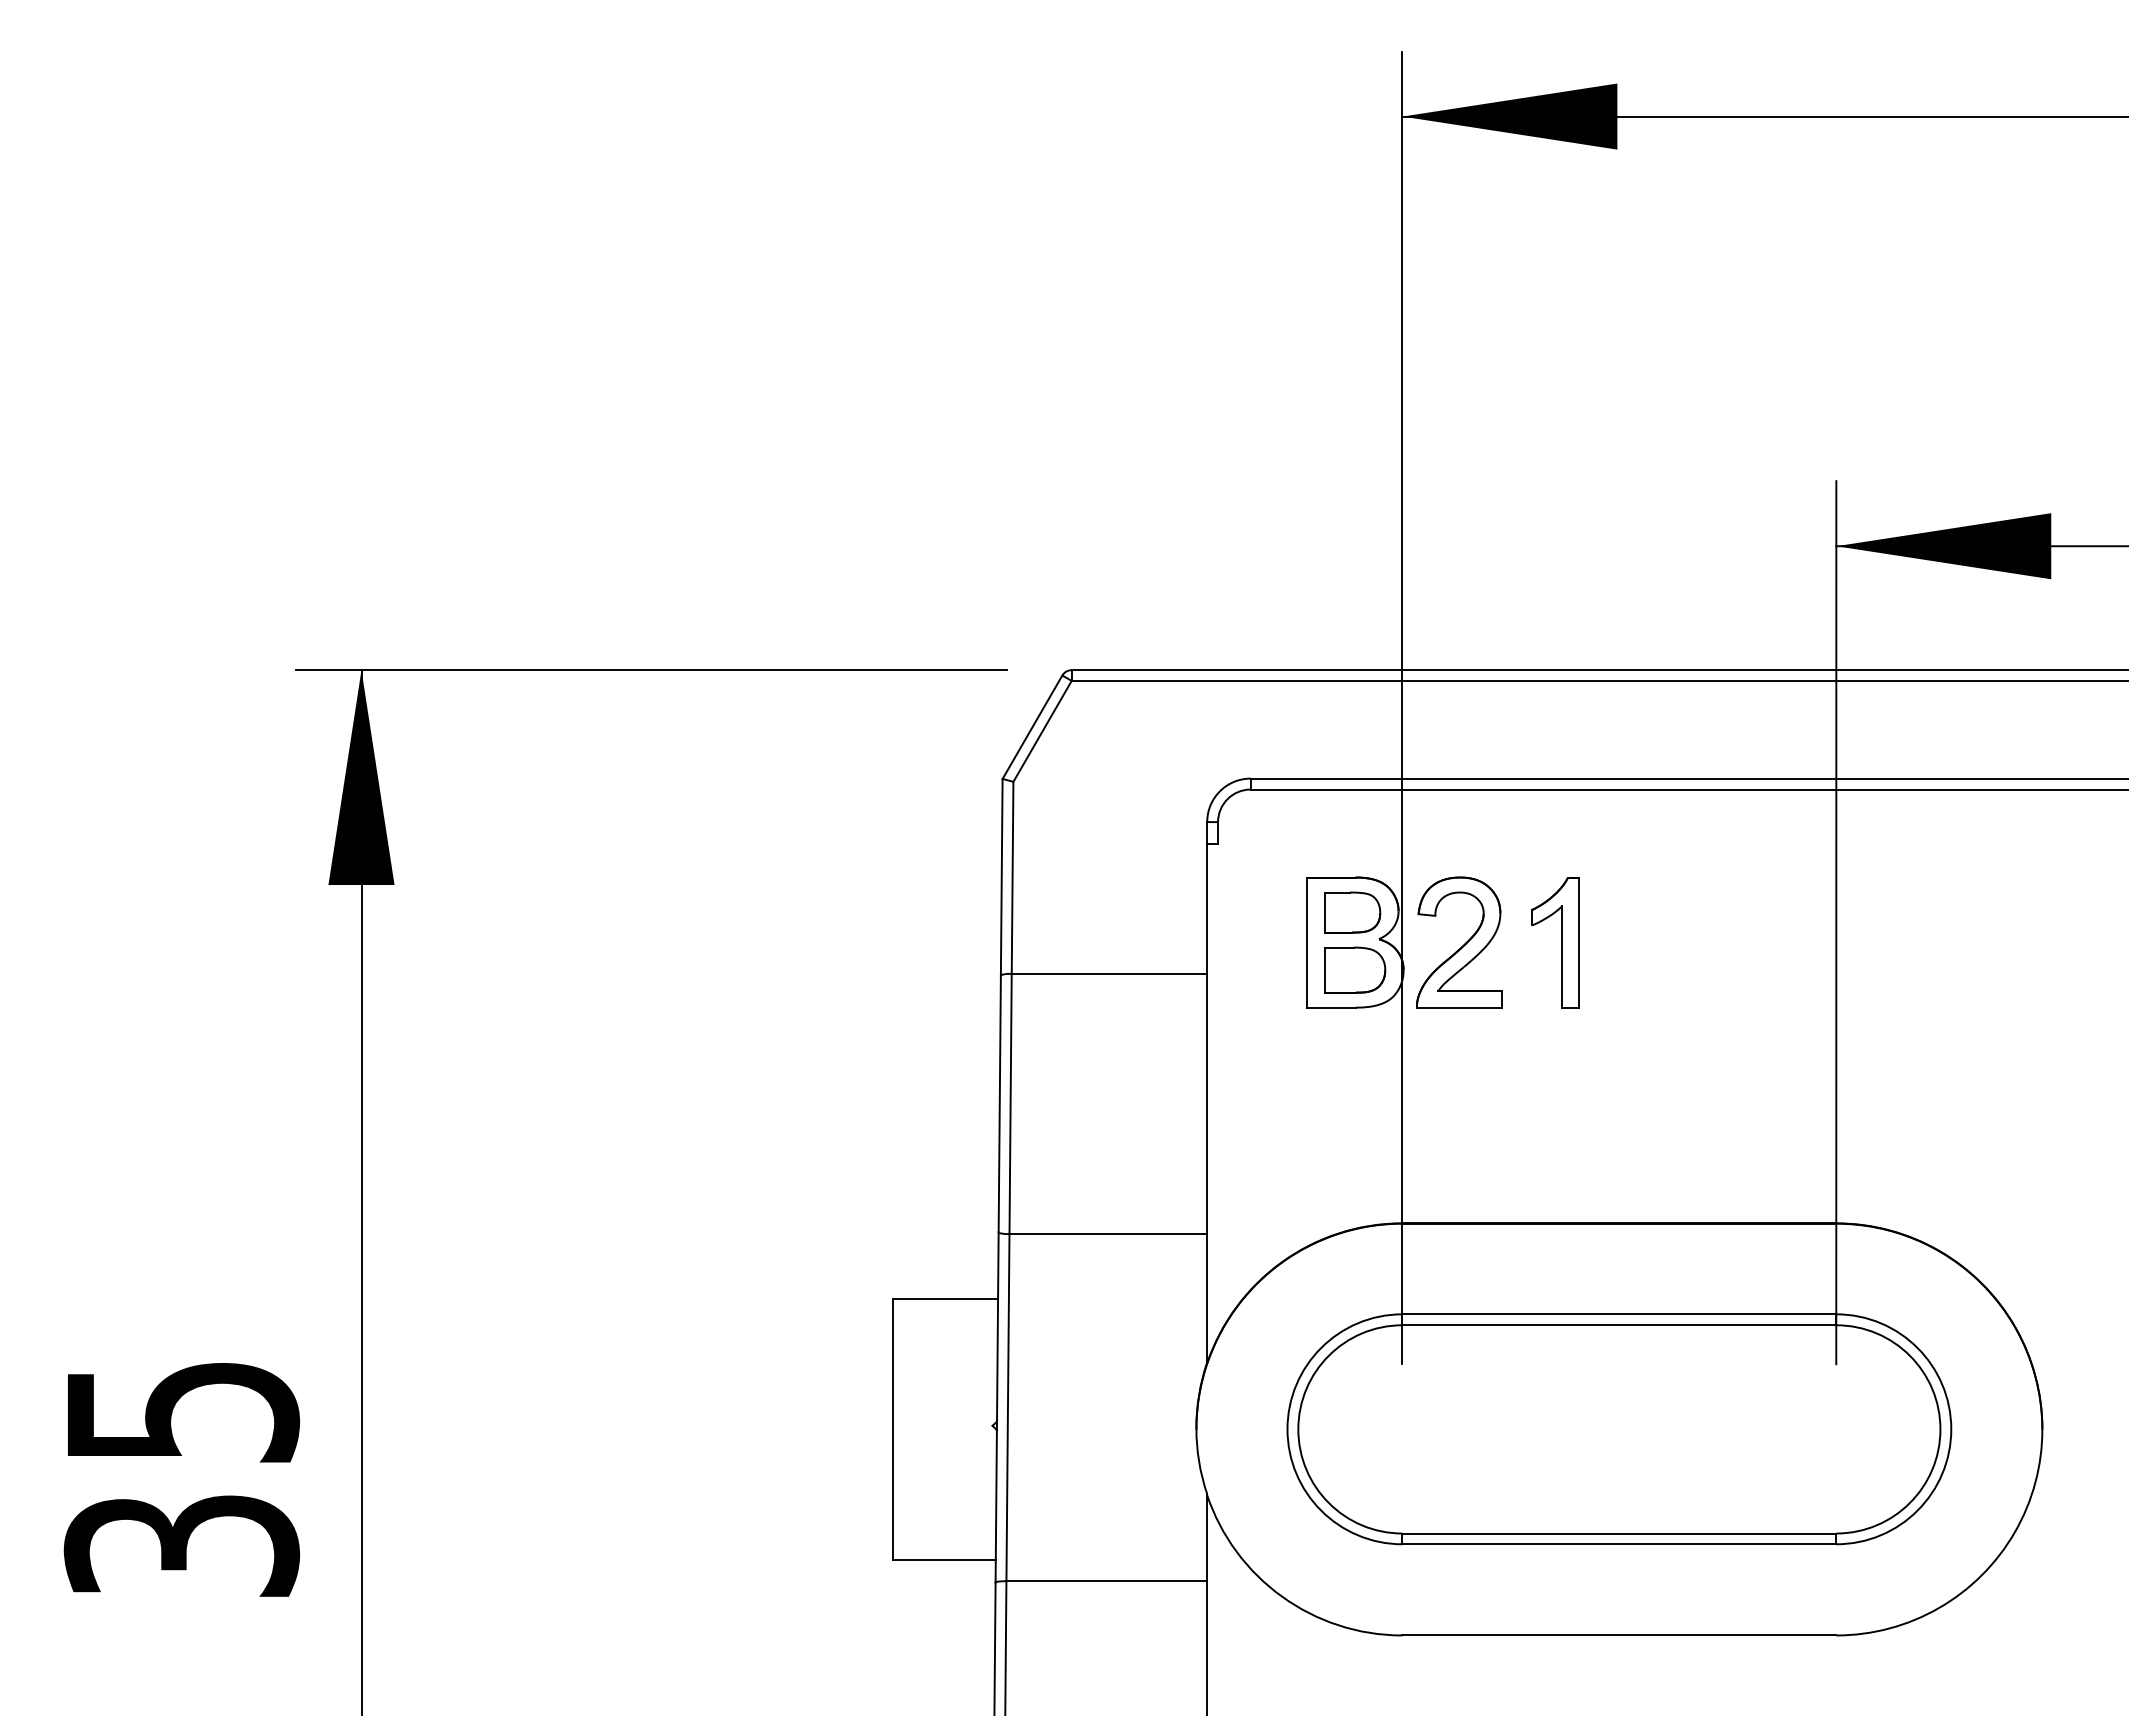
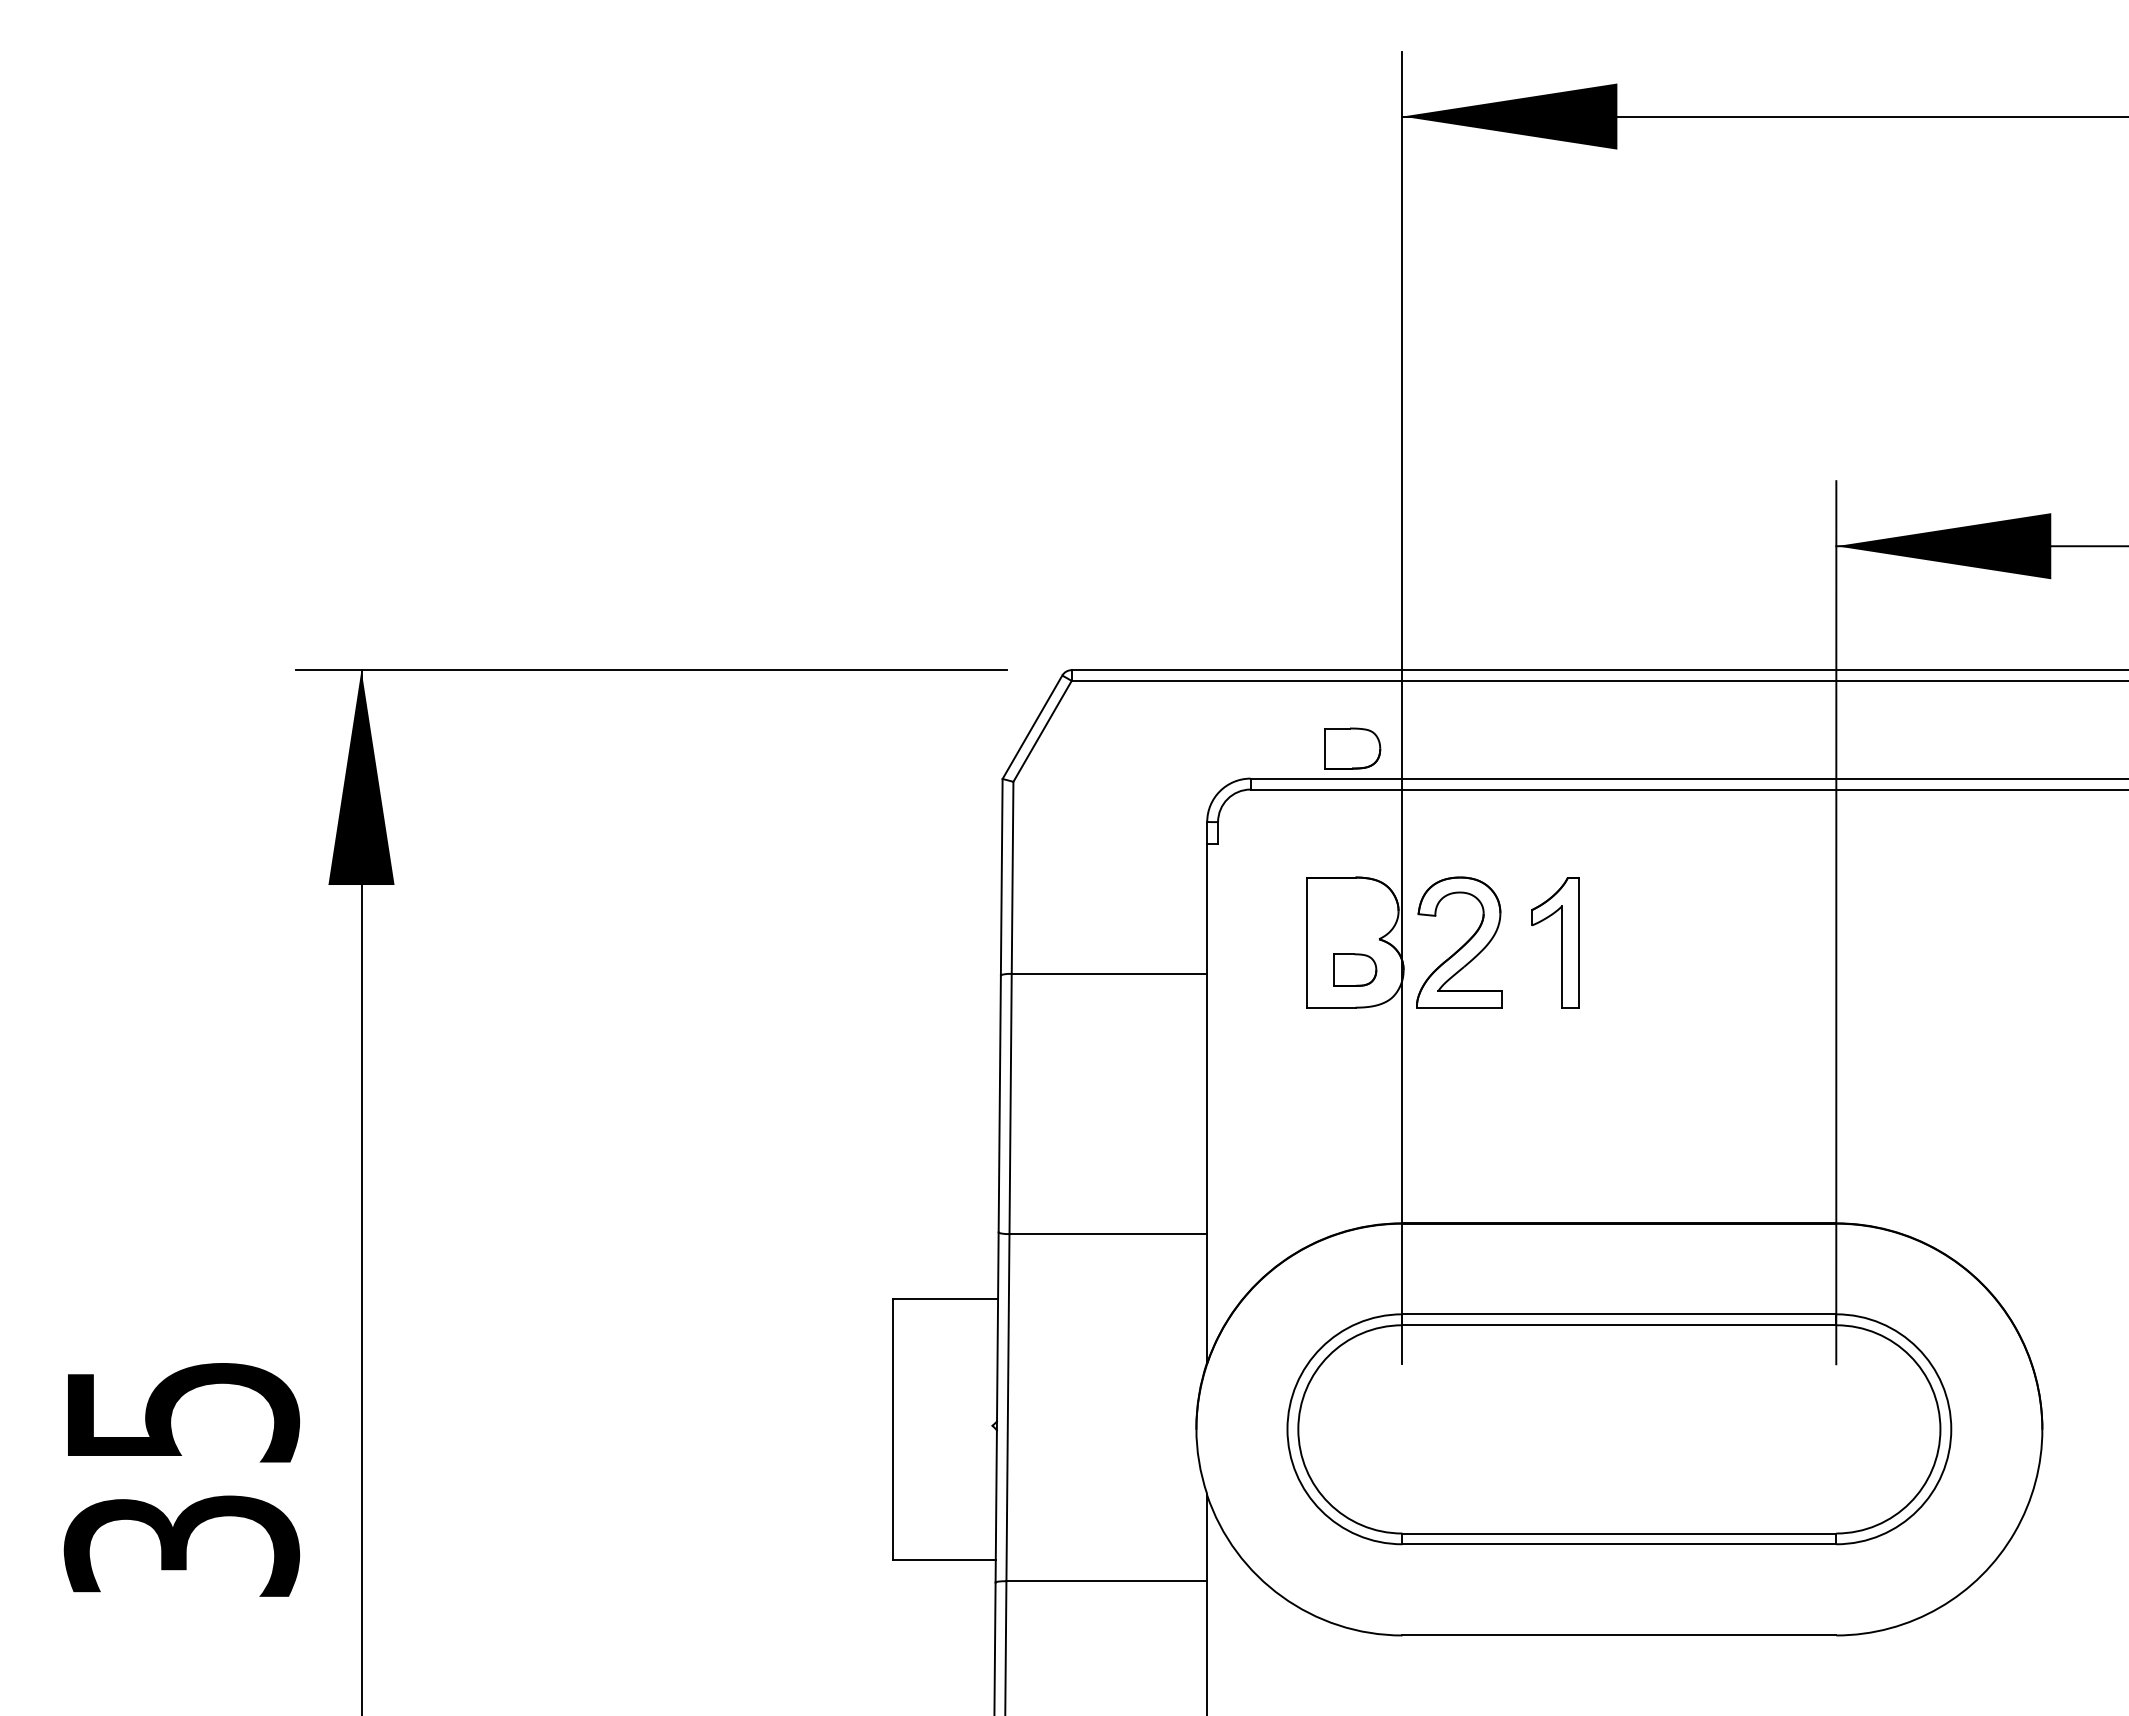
part at (1352, 912) position: (1352, 912) -> (1352, 748)
part at (1355, 969) size: 63x48 px -> 45x34 px
